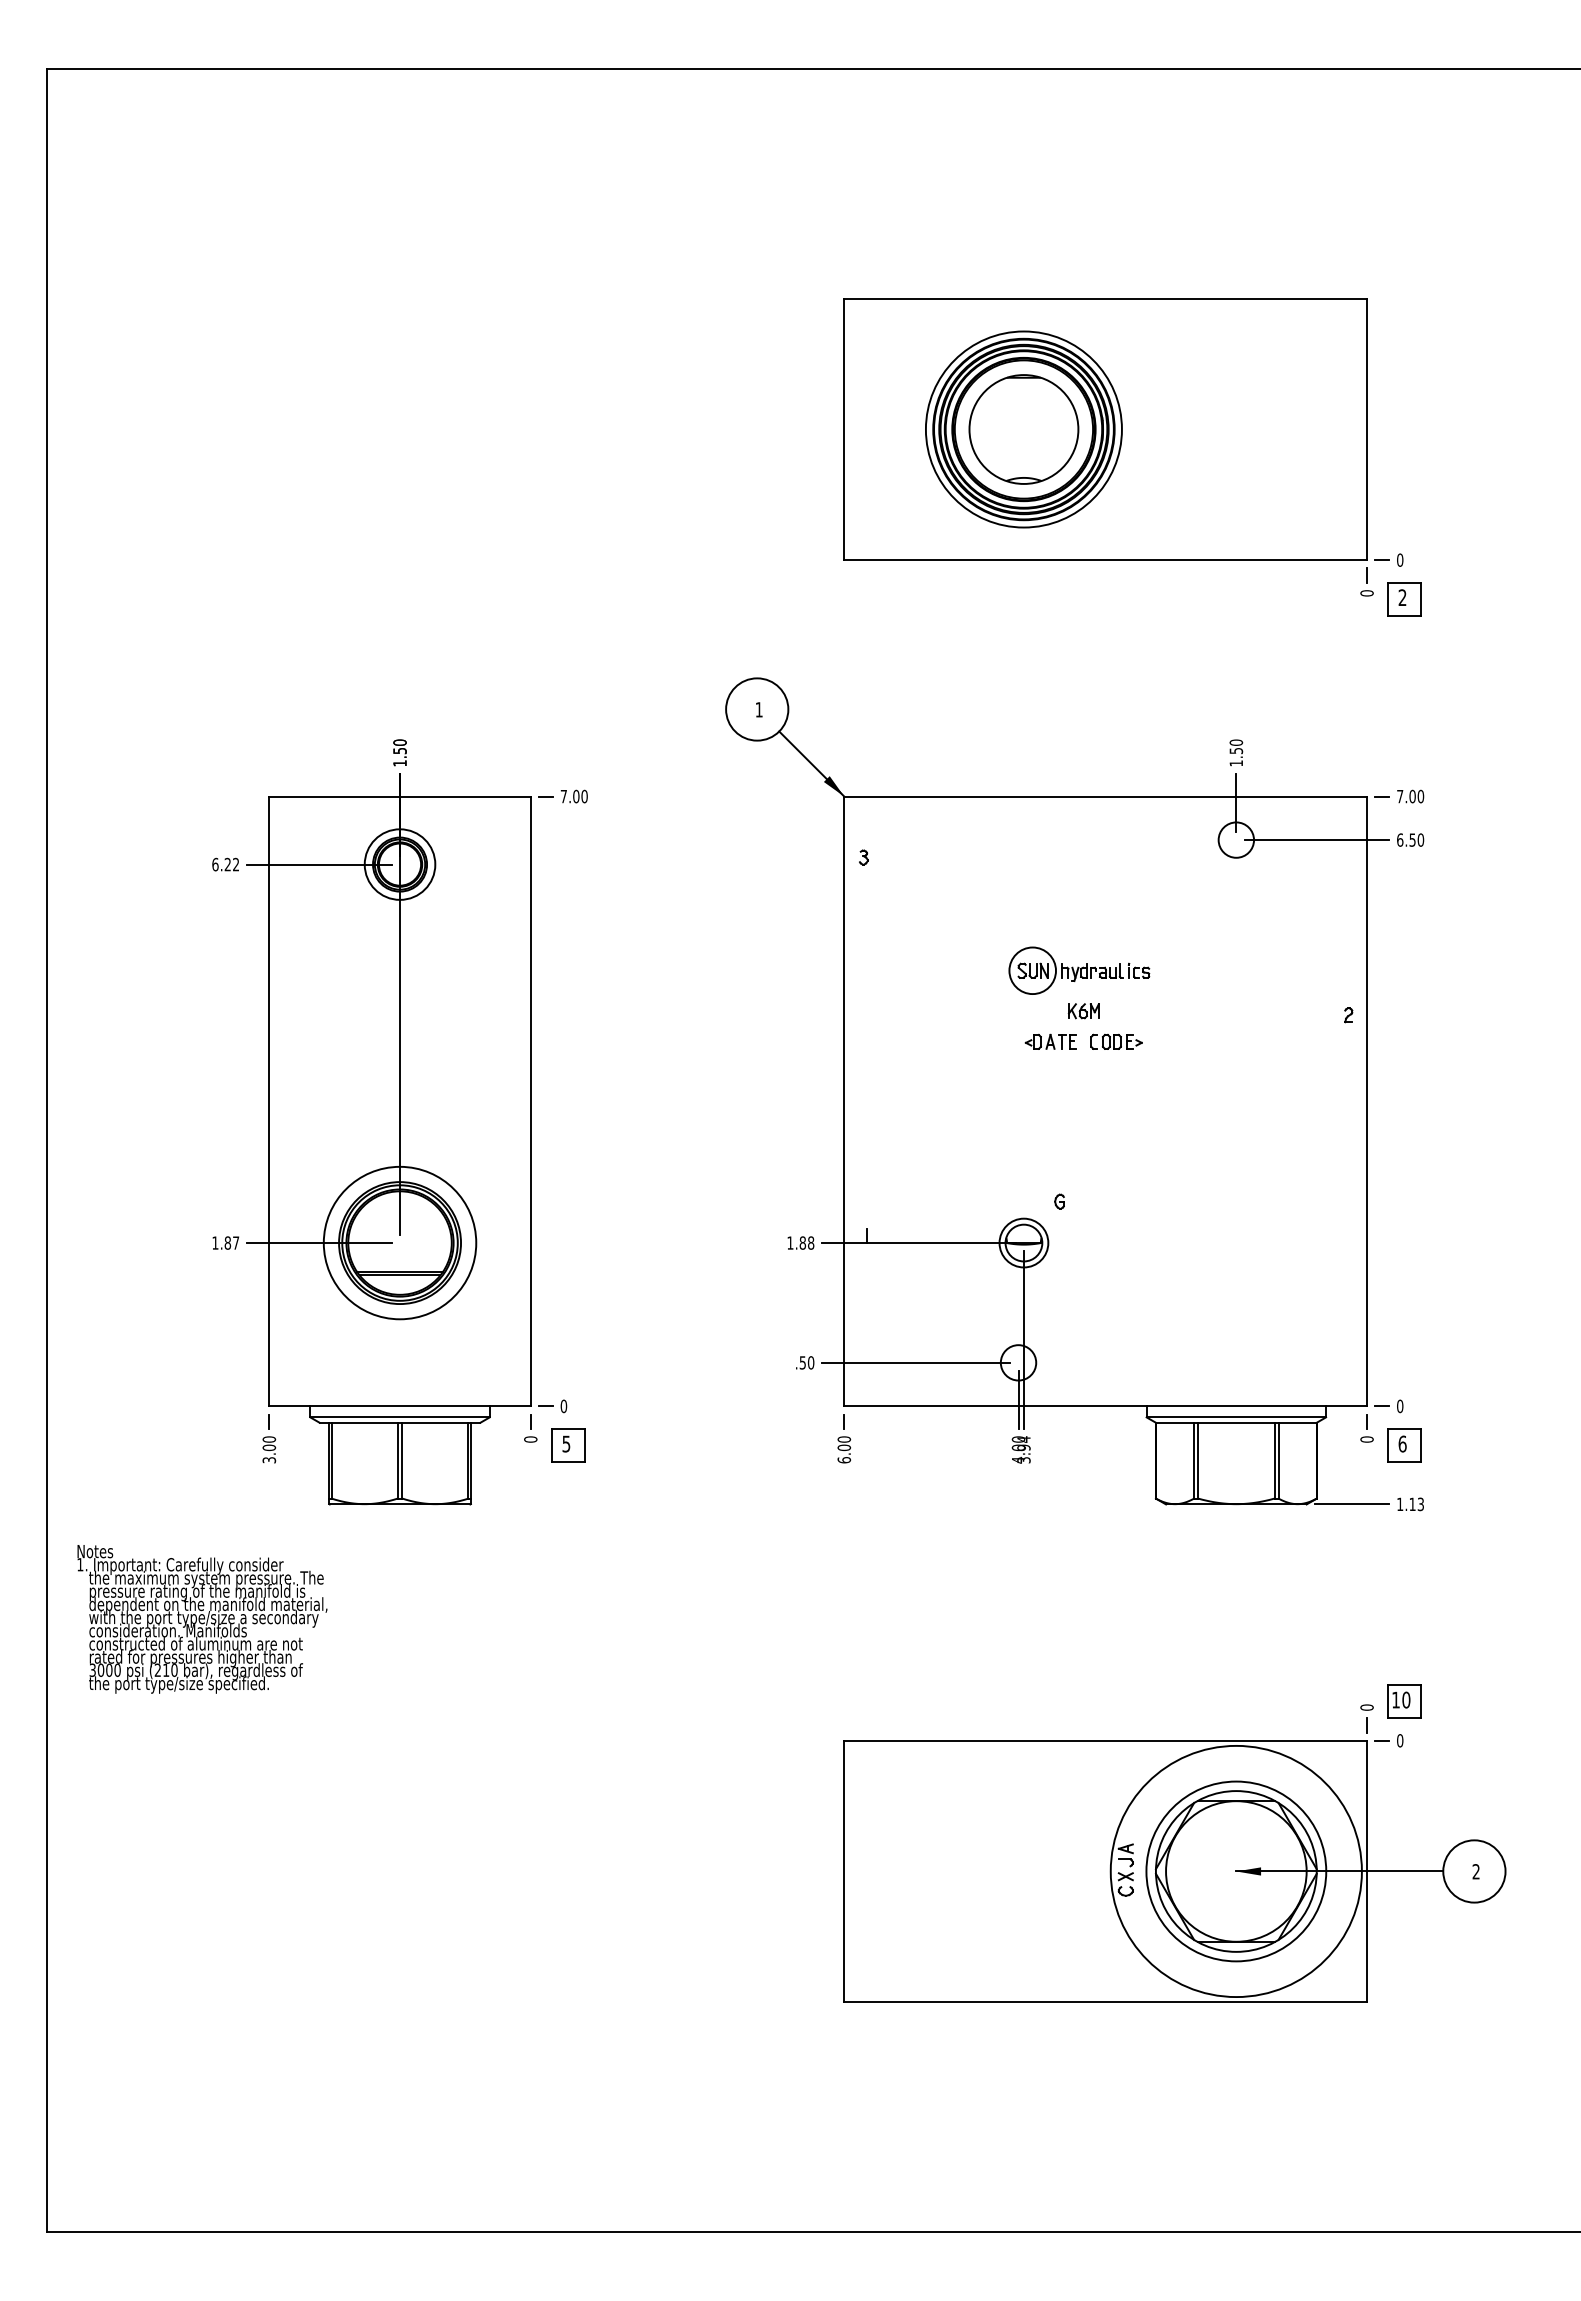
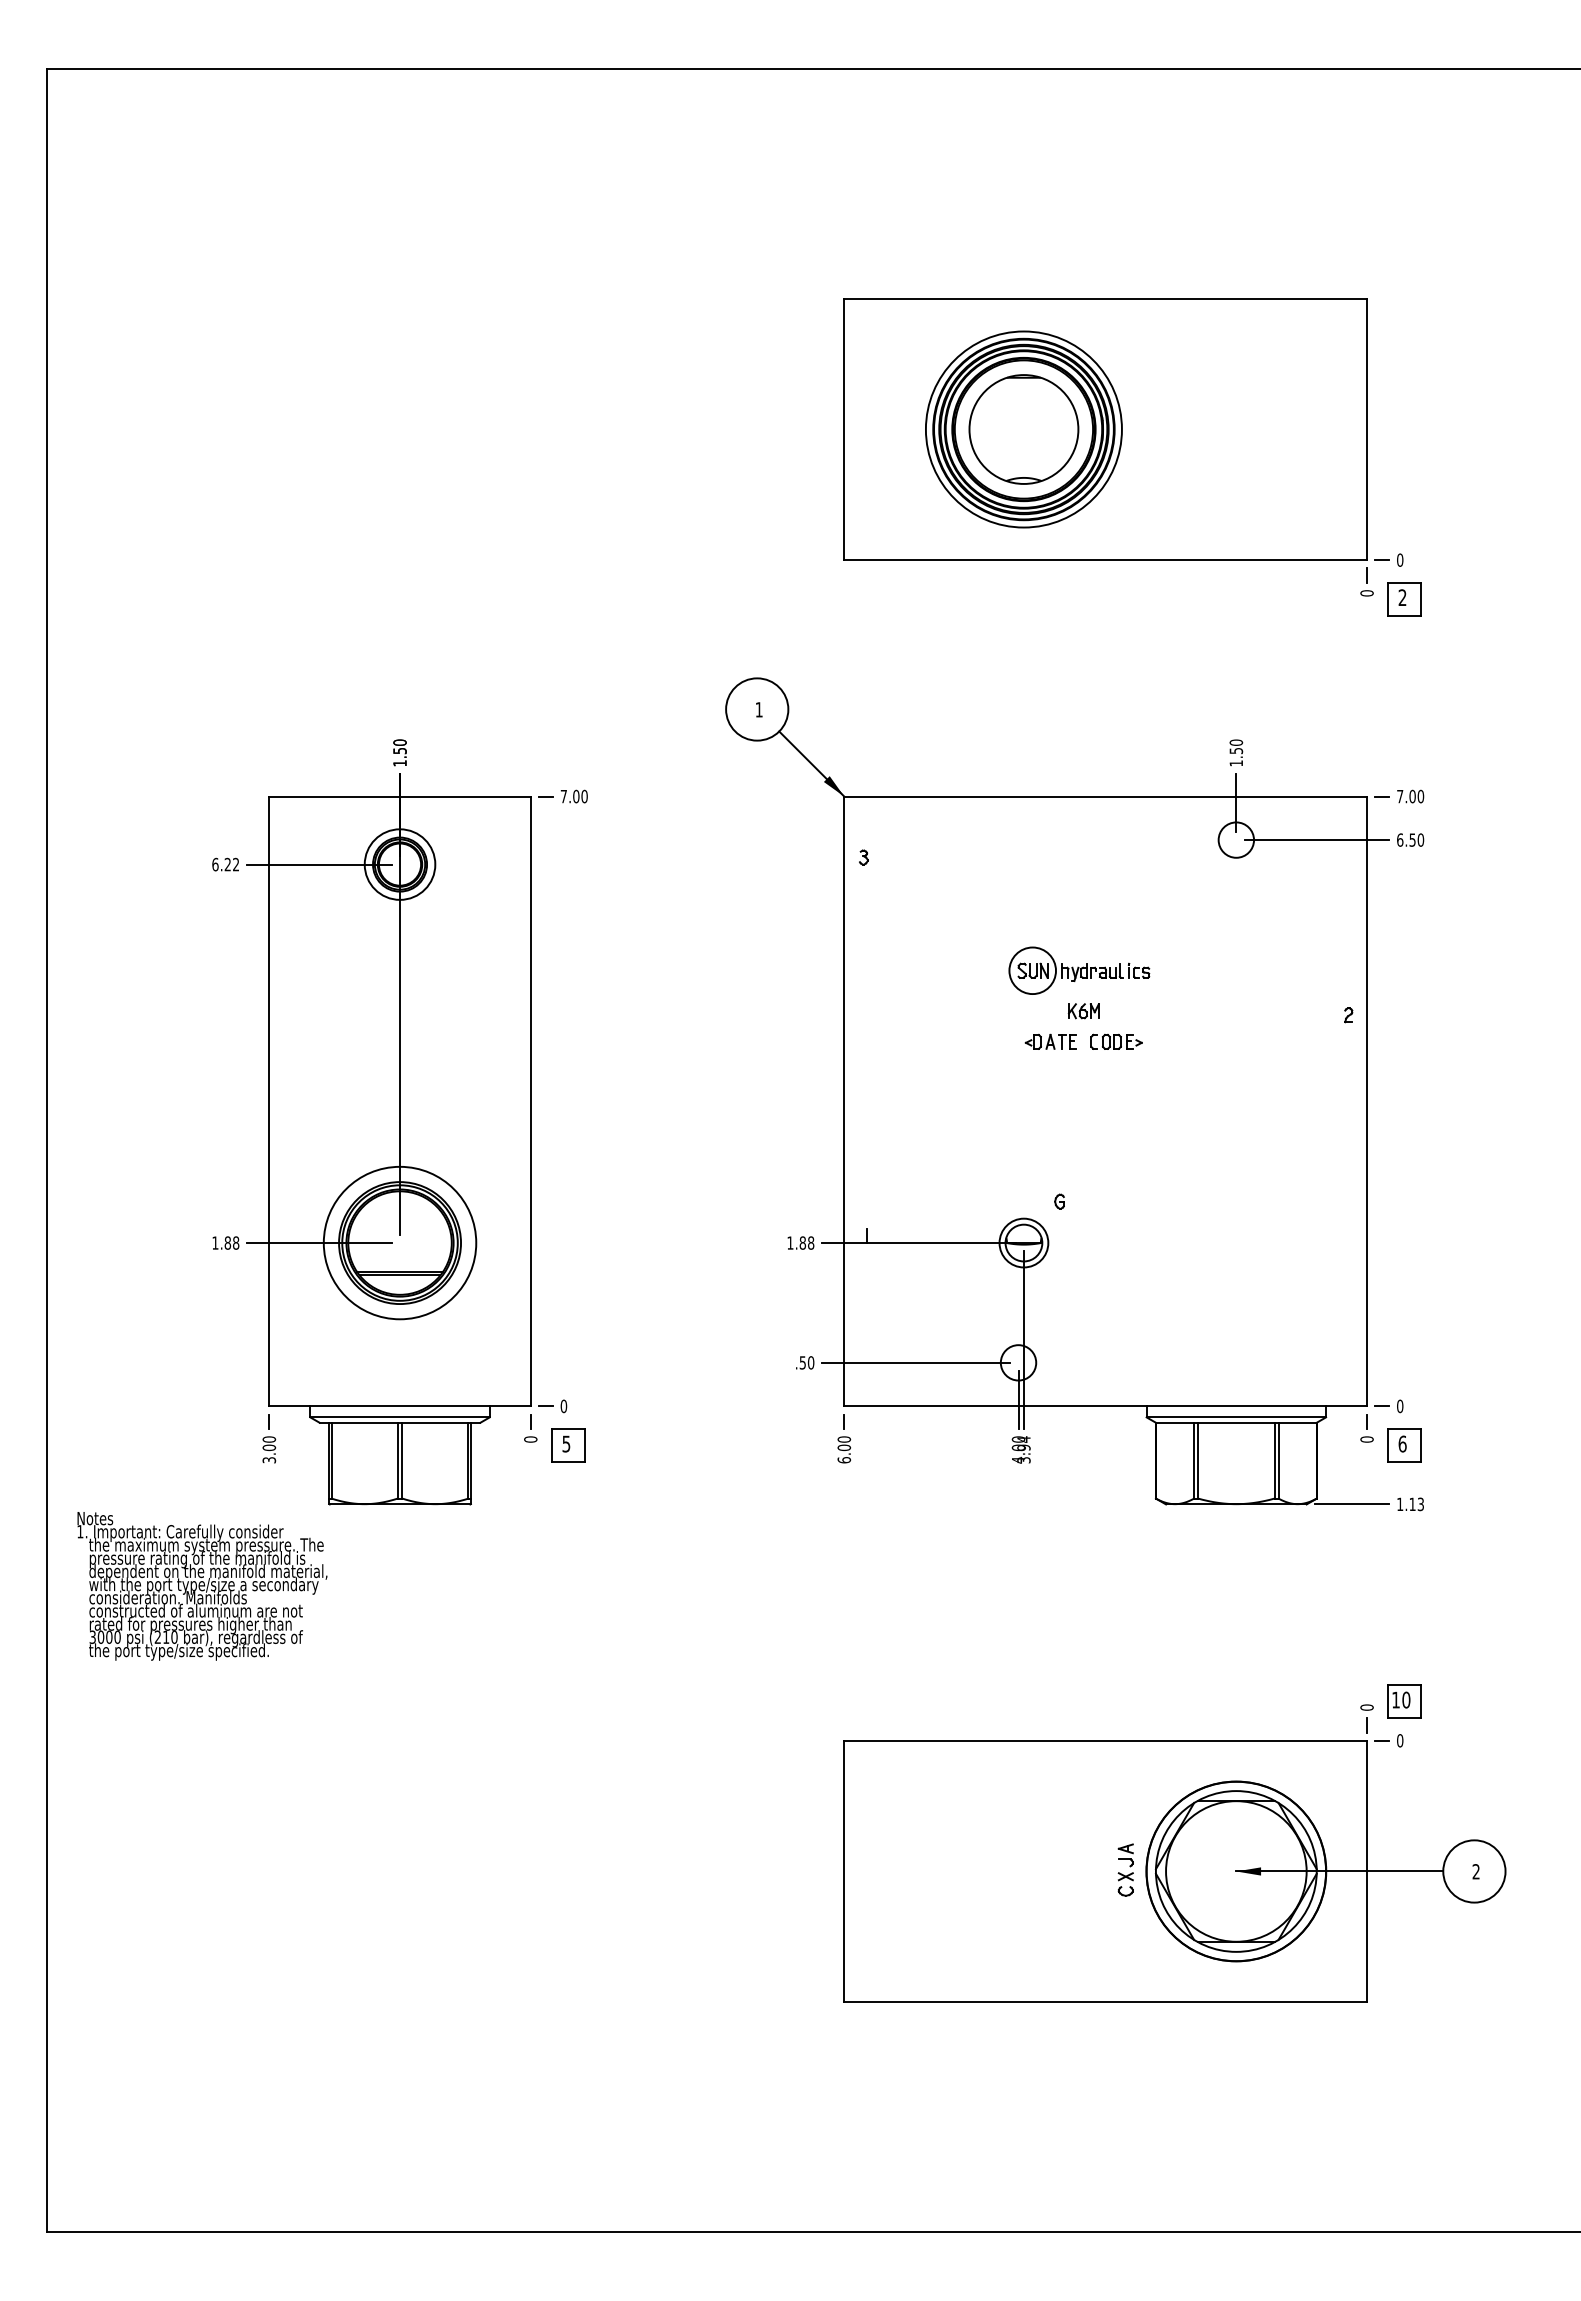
text at (236, 1242): 1.87 -> 1.88
text at (202, 1619) position: (202, 1619) -> (202, 1586)
circle at (1235, 1871) diameter: 251 px -> 179 px
